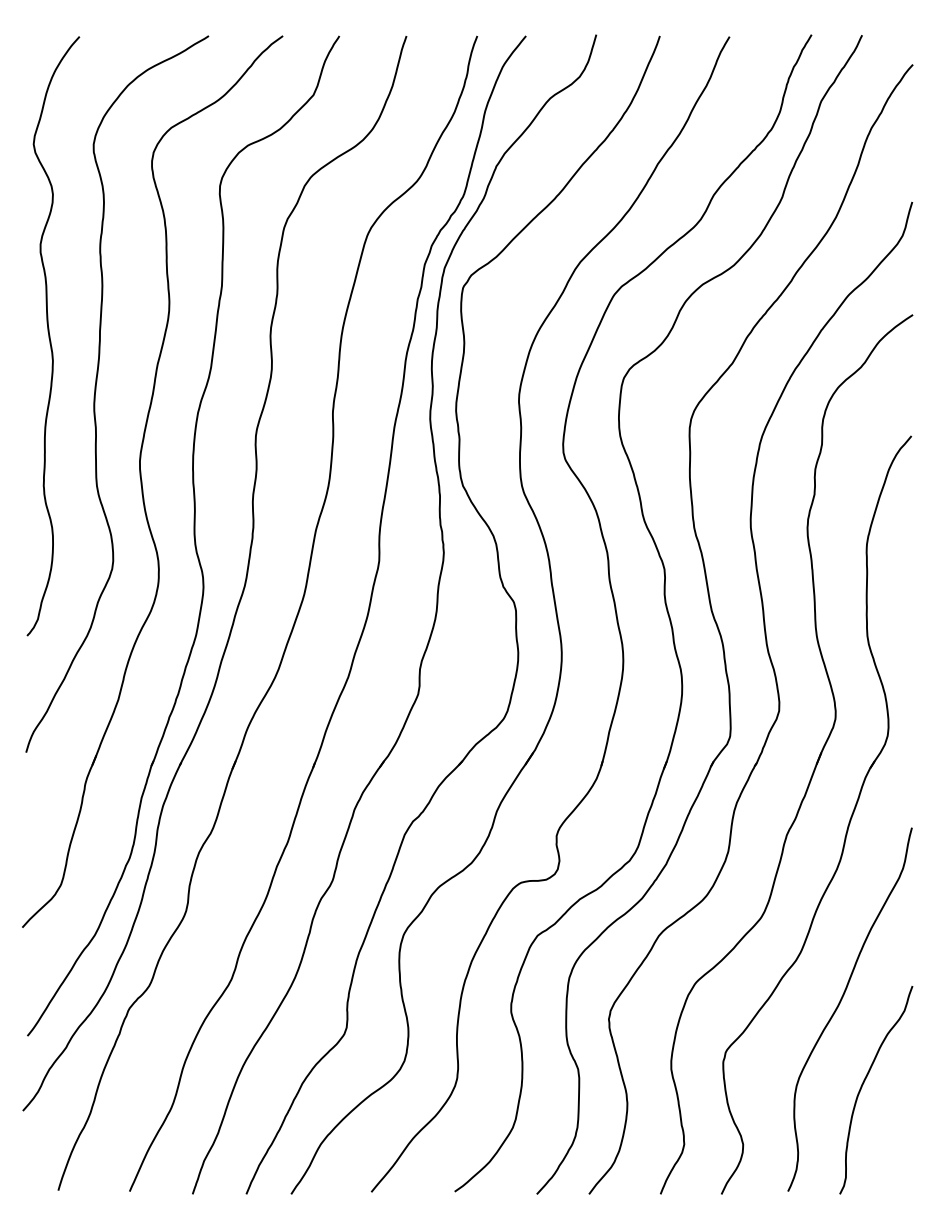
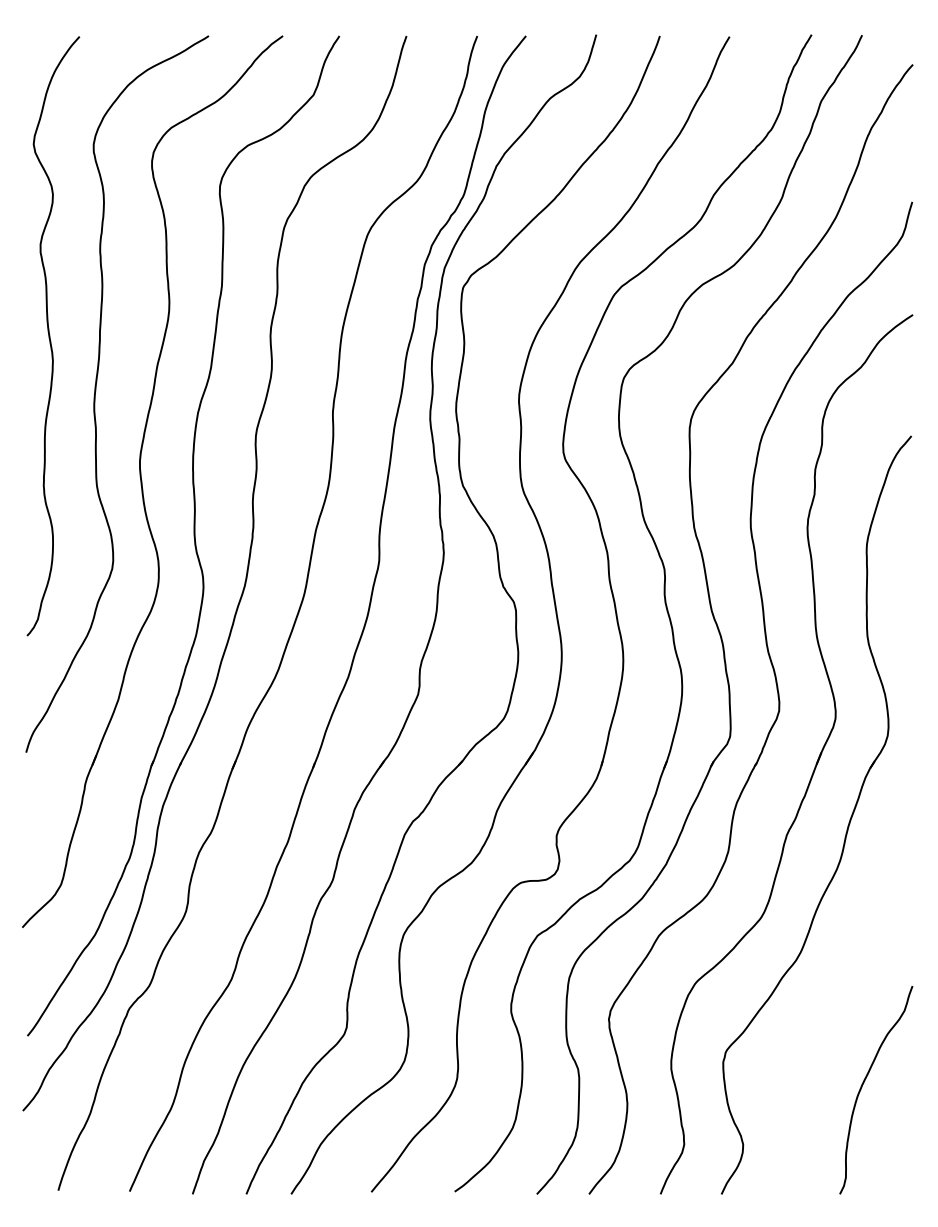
curve at (839, 1005): present -> none
